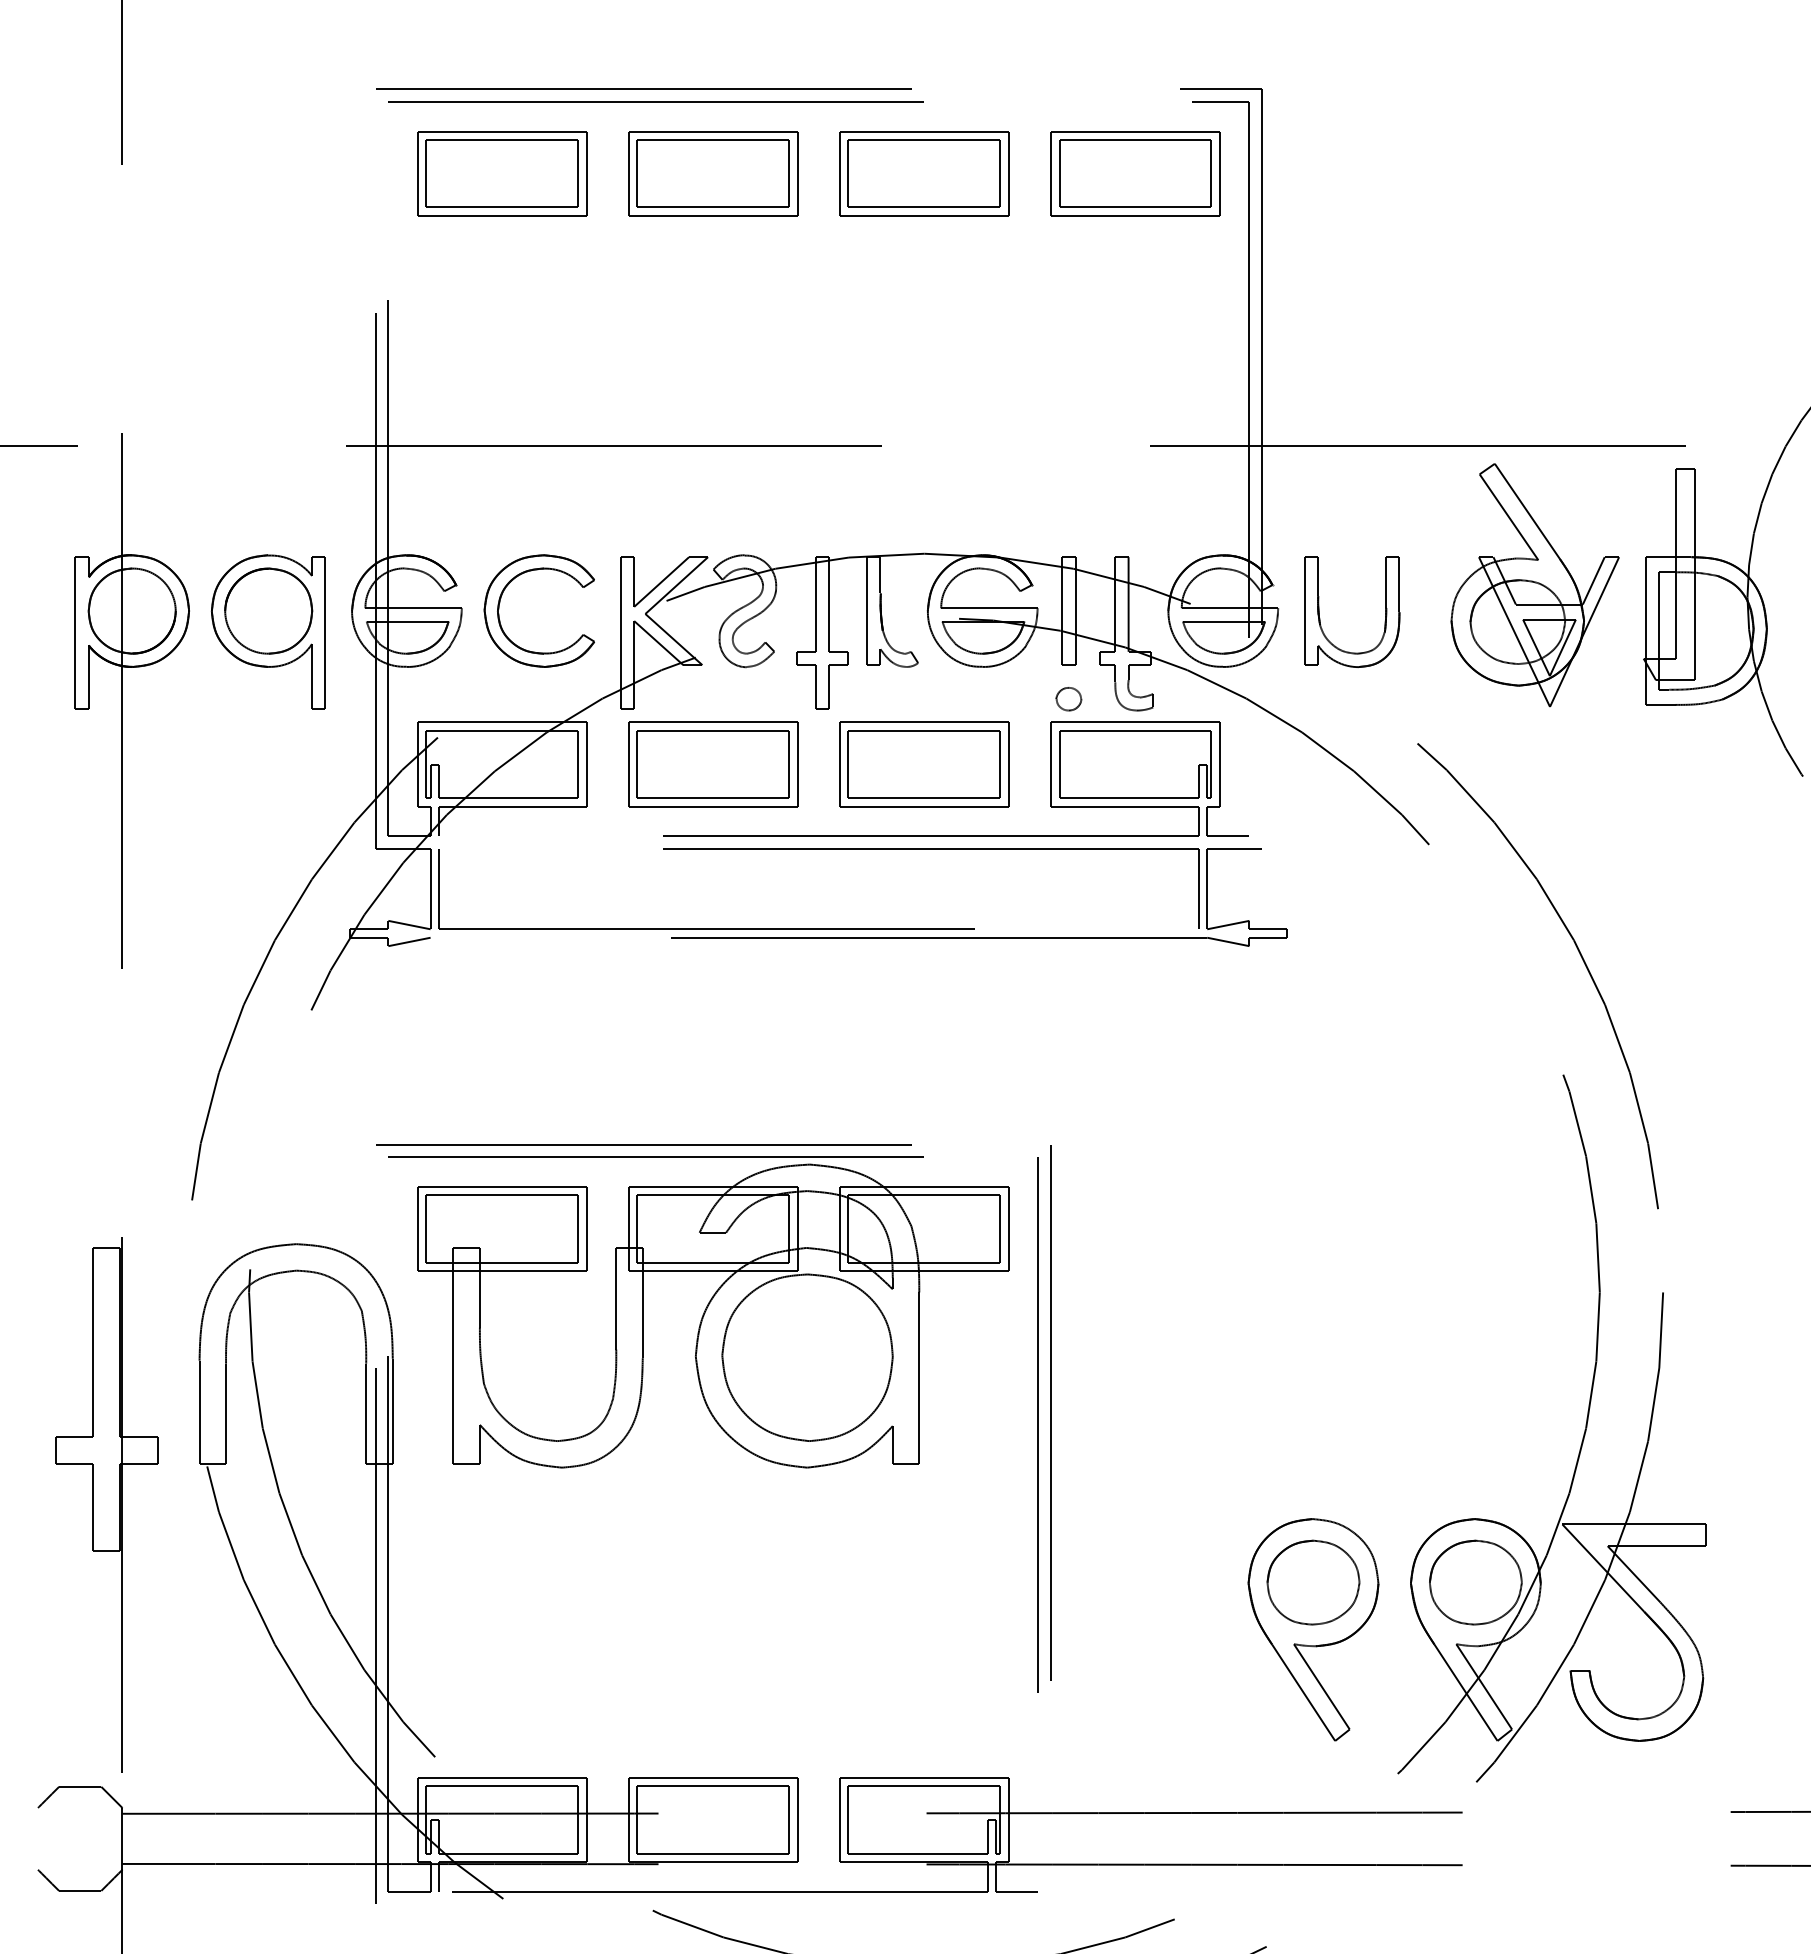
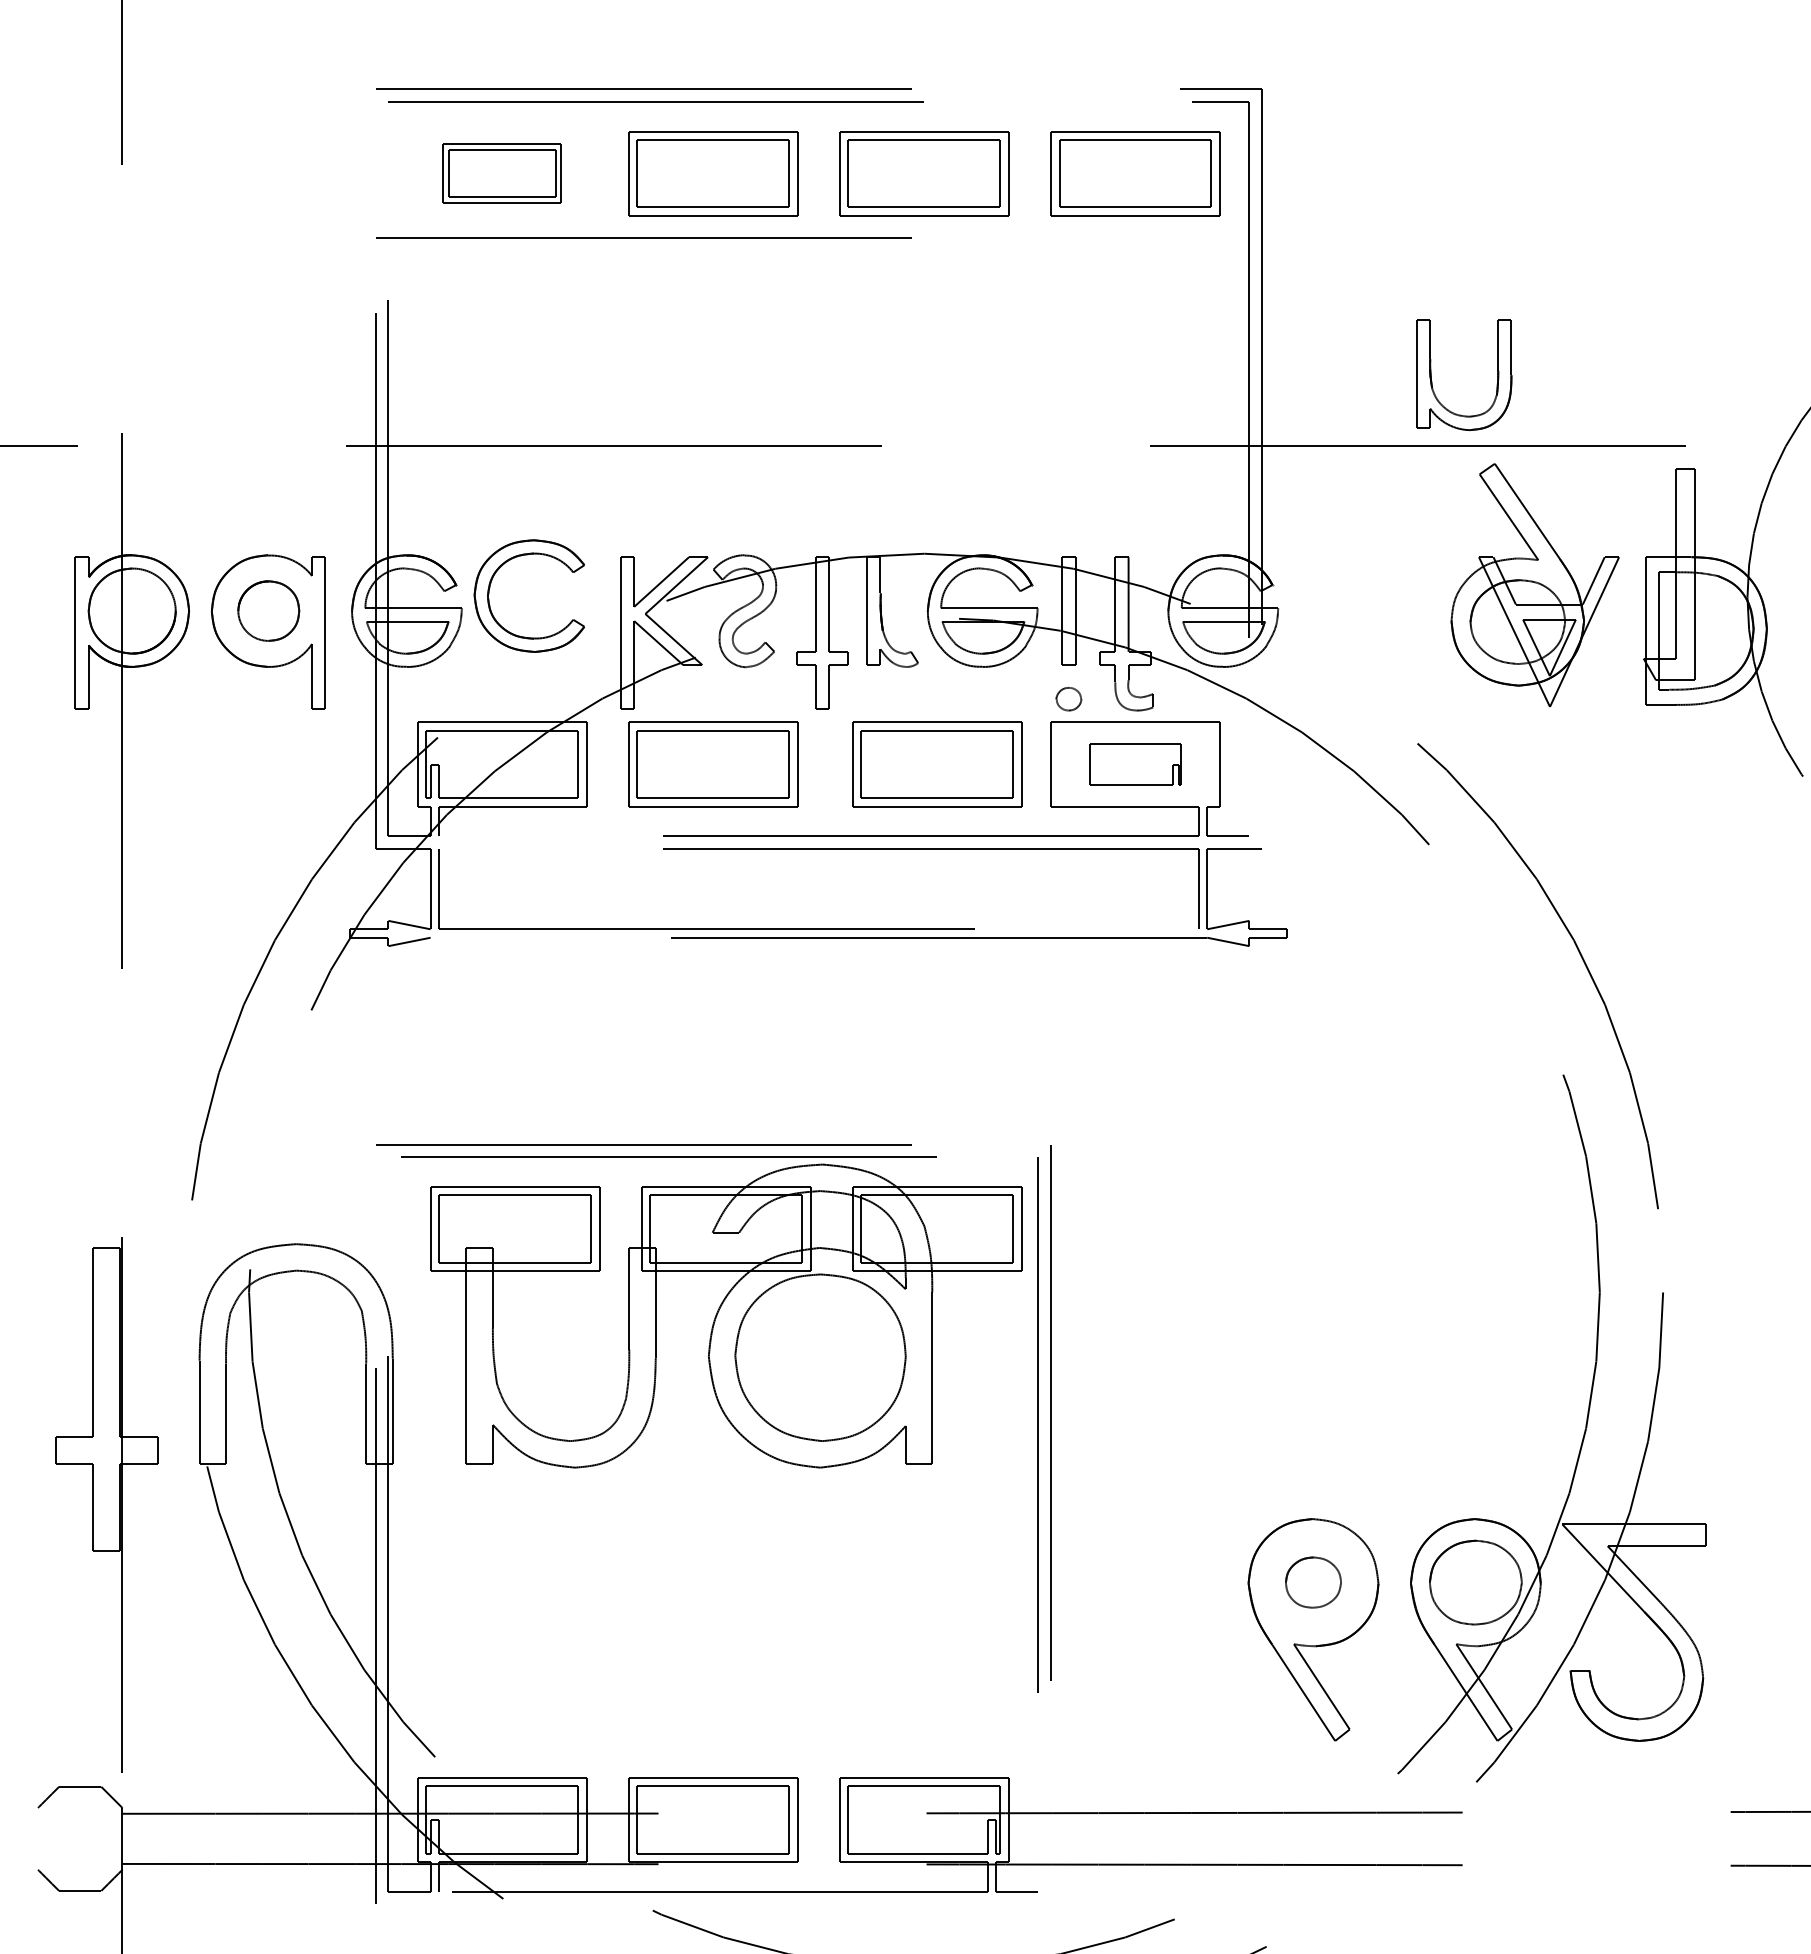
part at (502, 173) size: 171x86 px -> 120x61 px
line at (643, 237): none -> present
part at (500, 602) position: (500, 602) -> (490, 587)
part at (268, 610) size: 90x88 px -> 64x62 px
part at (1320, 618) position: (1320, 618) -> (1432, 381)
part at (924, 764) position: (924, 764) -> (937, 764)
part at (1135, 764) size: 153x69 px -> 93x43 px
part at (698, 1312) position: (698, 1312) -> (711, 1312)
part at (1313, 1582) size: 95x87 px -> 57x53 px
